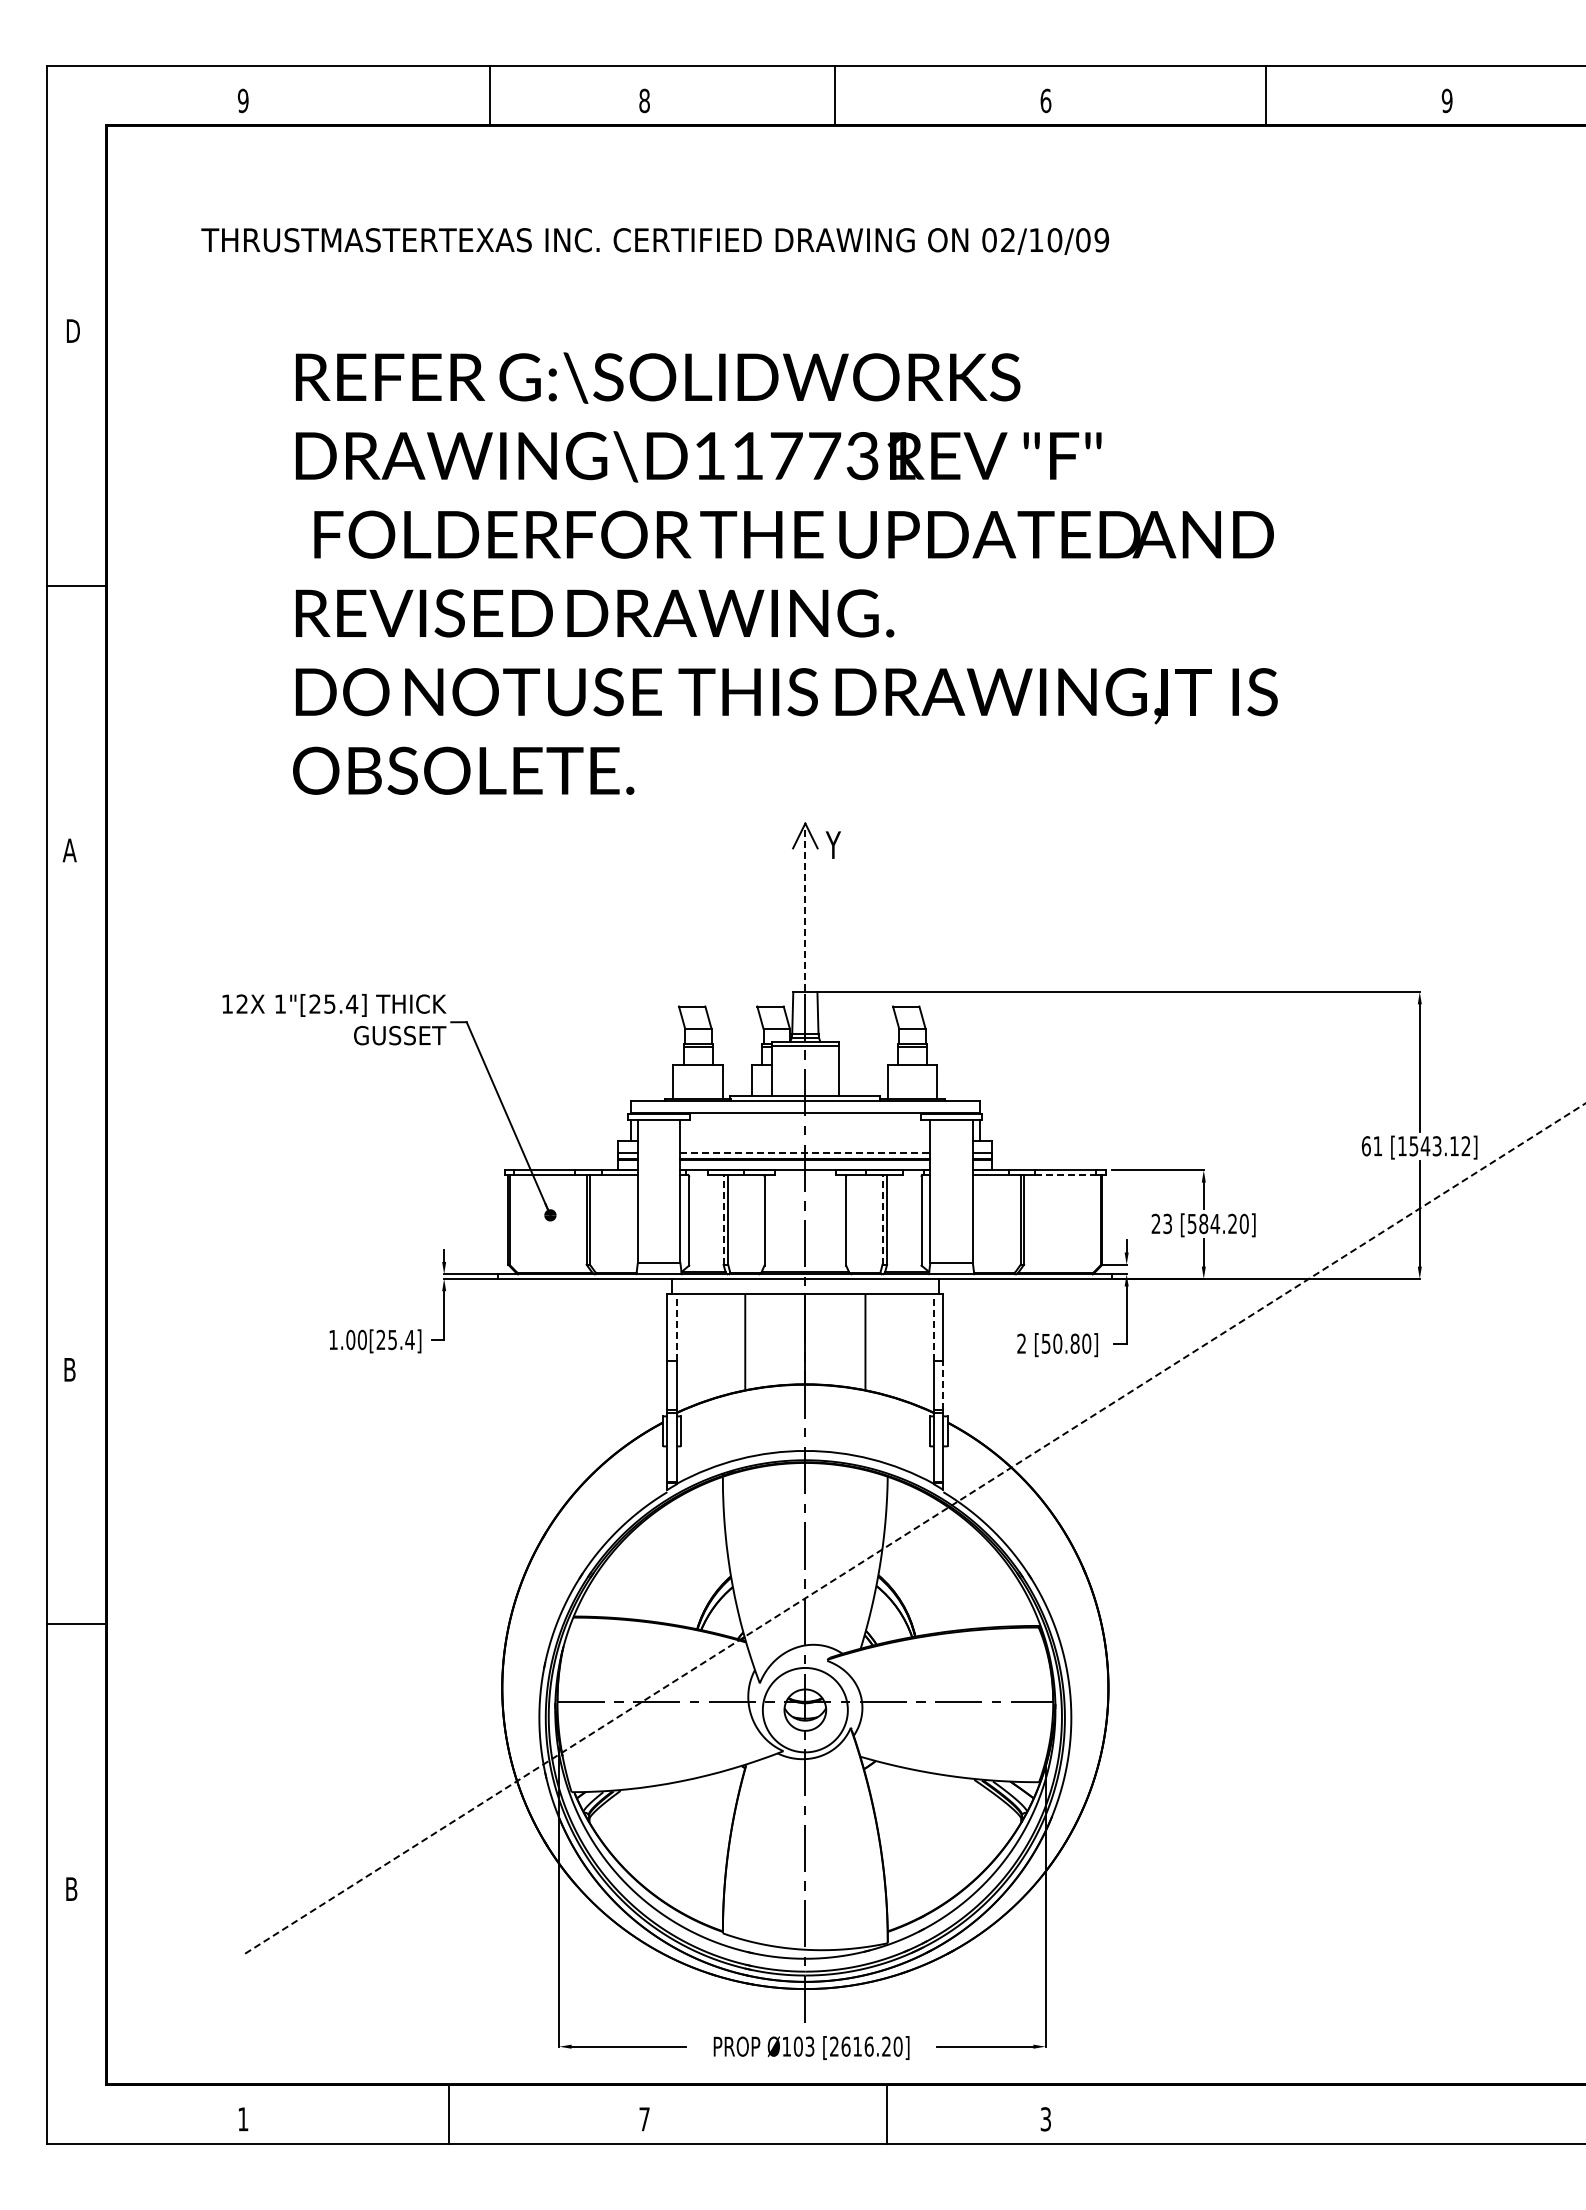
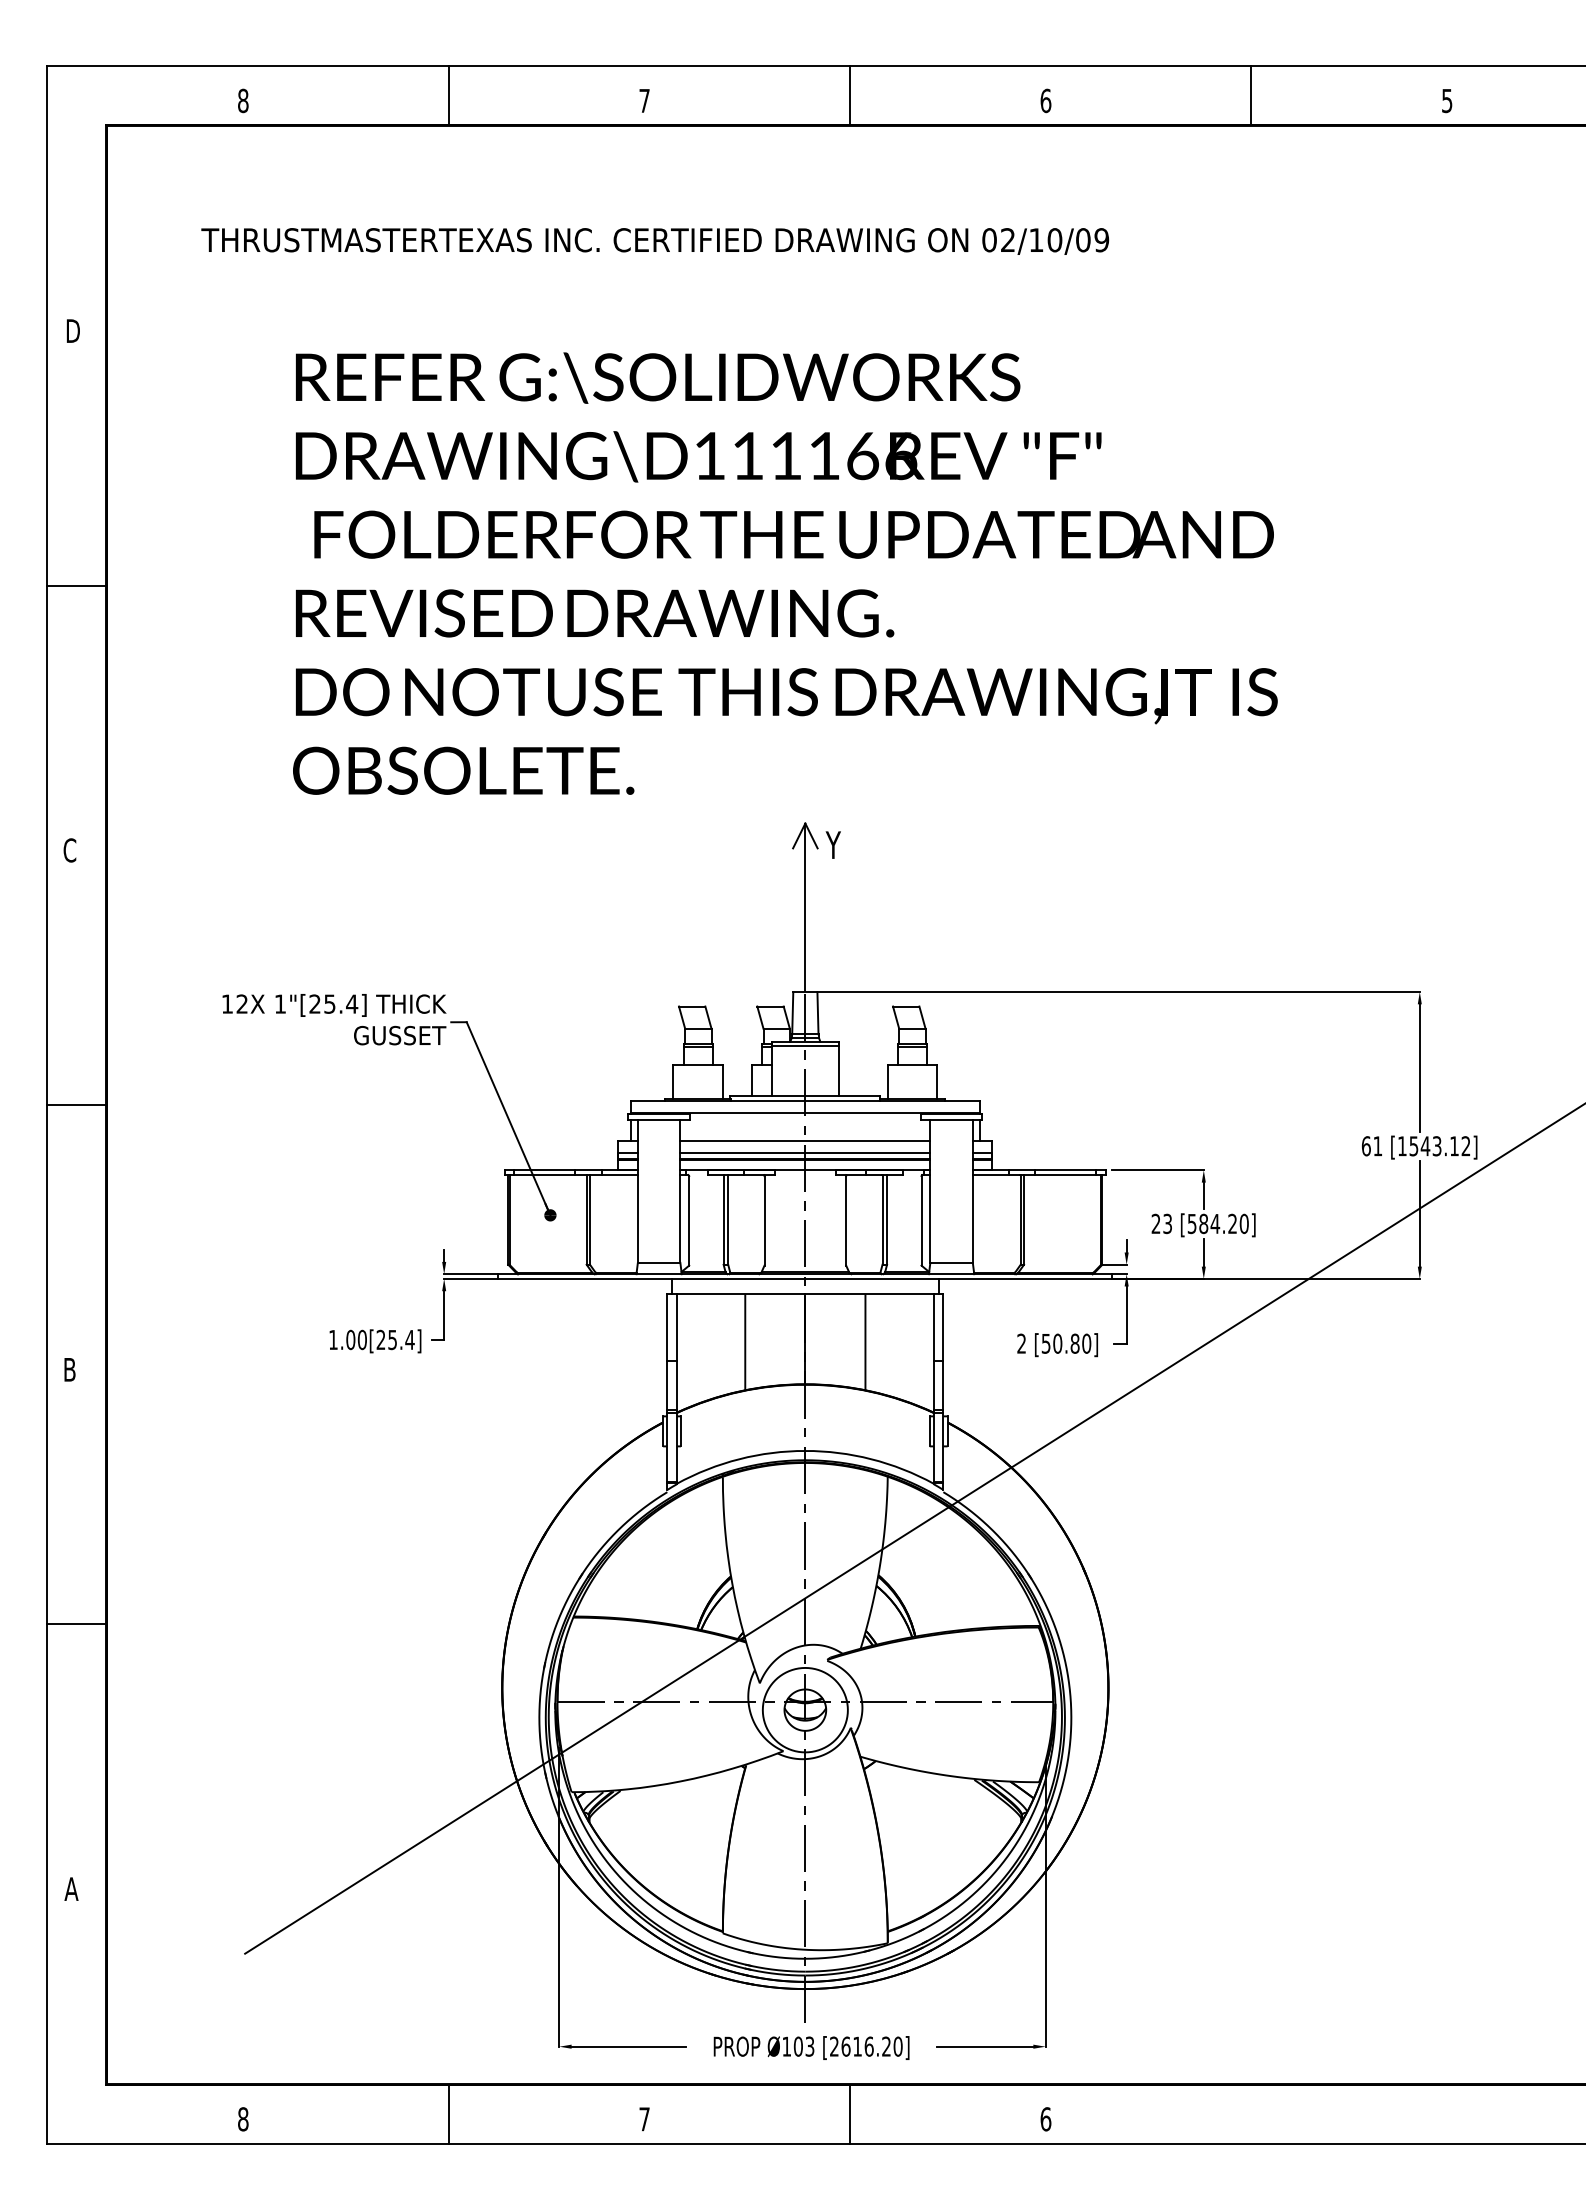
line at (489, 95) position: (489, 95) -> (448, 95)
line at (835, 95) position: (835, 95) -> (850, 95)
line at (1266, 95) position: (1266, 95) -> (1251, 95)
text at (644, 100): 8 -> 7
text at (1446, 100): 9 -> 5
text at (242, 101): 9 -> 8
text at (843, 456): D117731 -> D111166
text at (69, 850): A -> C
line at (805, 907): dashed -> solid
line at (76, 1105): none -> present
line at (805, 1140): none -> present
line at (805, 1153): dashed -> solid
line at (1065, 1175): dashed -> solid
line at (723, 1219): dashed -> solid
line at (882, 1219): dashed -> solid
line at (676, 1327): dashed -> solid
line at (933, 1327): dashed -> solid
line at (943, 1385): dashed -> solid
line at (915, 1528): dashed -> solid
text at (71, 1888): B -> A
line at (887, 2113) position: (887, 2113) -> (850, 2113)
text at (243, 2119): 1 -> 8
text at (1045, 2119): 3 -> 6
